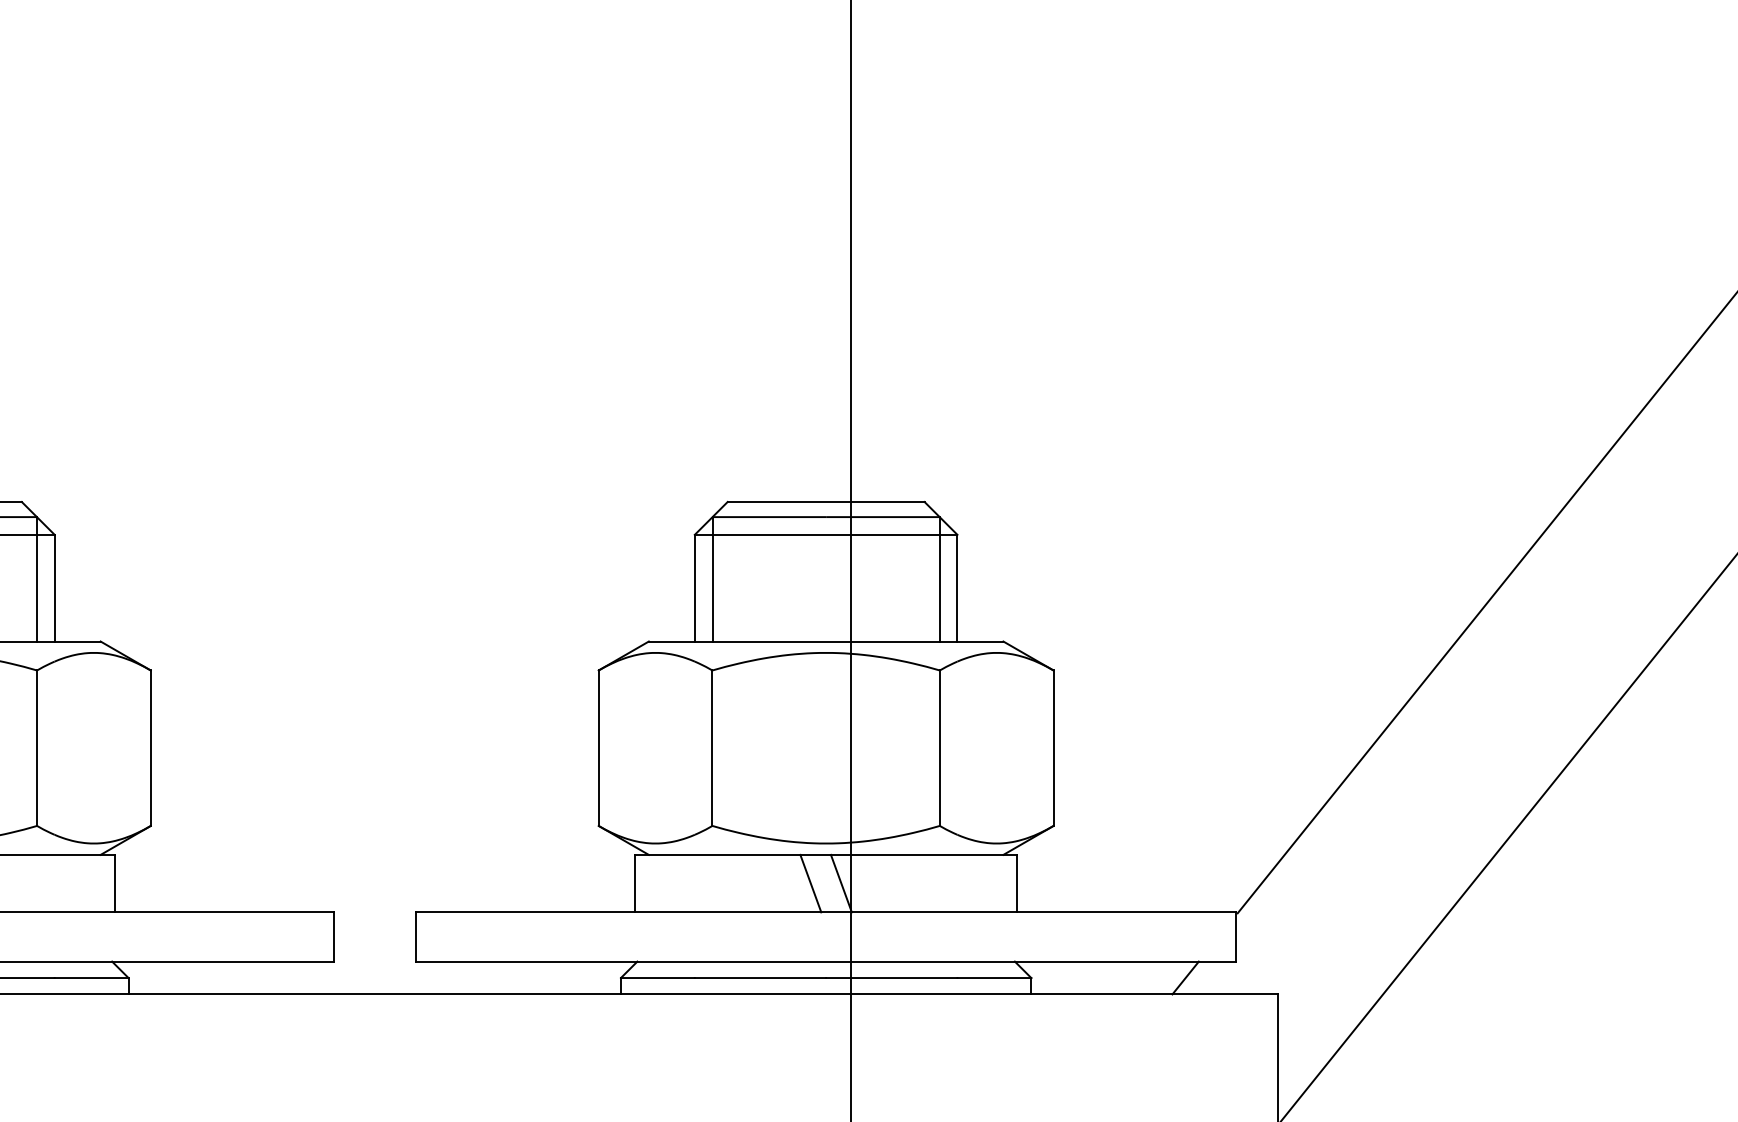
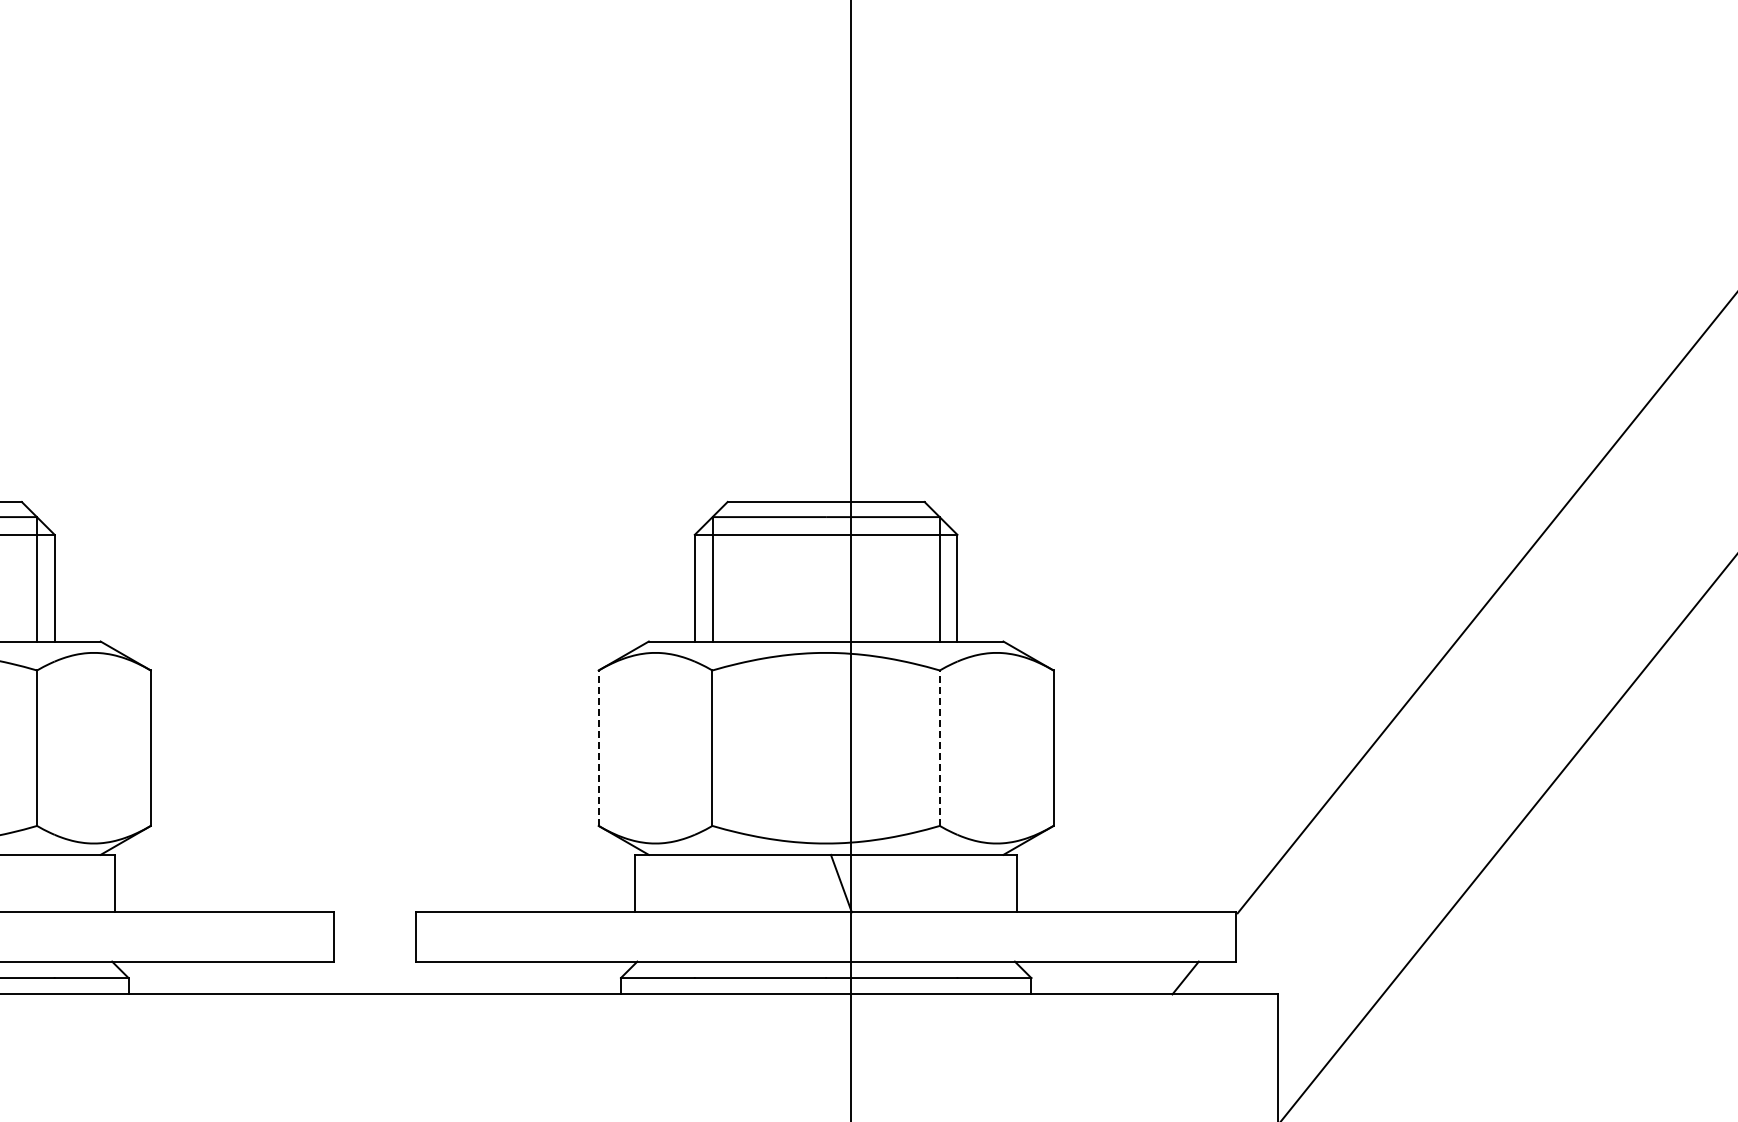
line at (598, 748): solid -> dashed
line at (939, 748): solid -> dashed
line at (810, 883): present -> none
